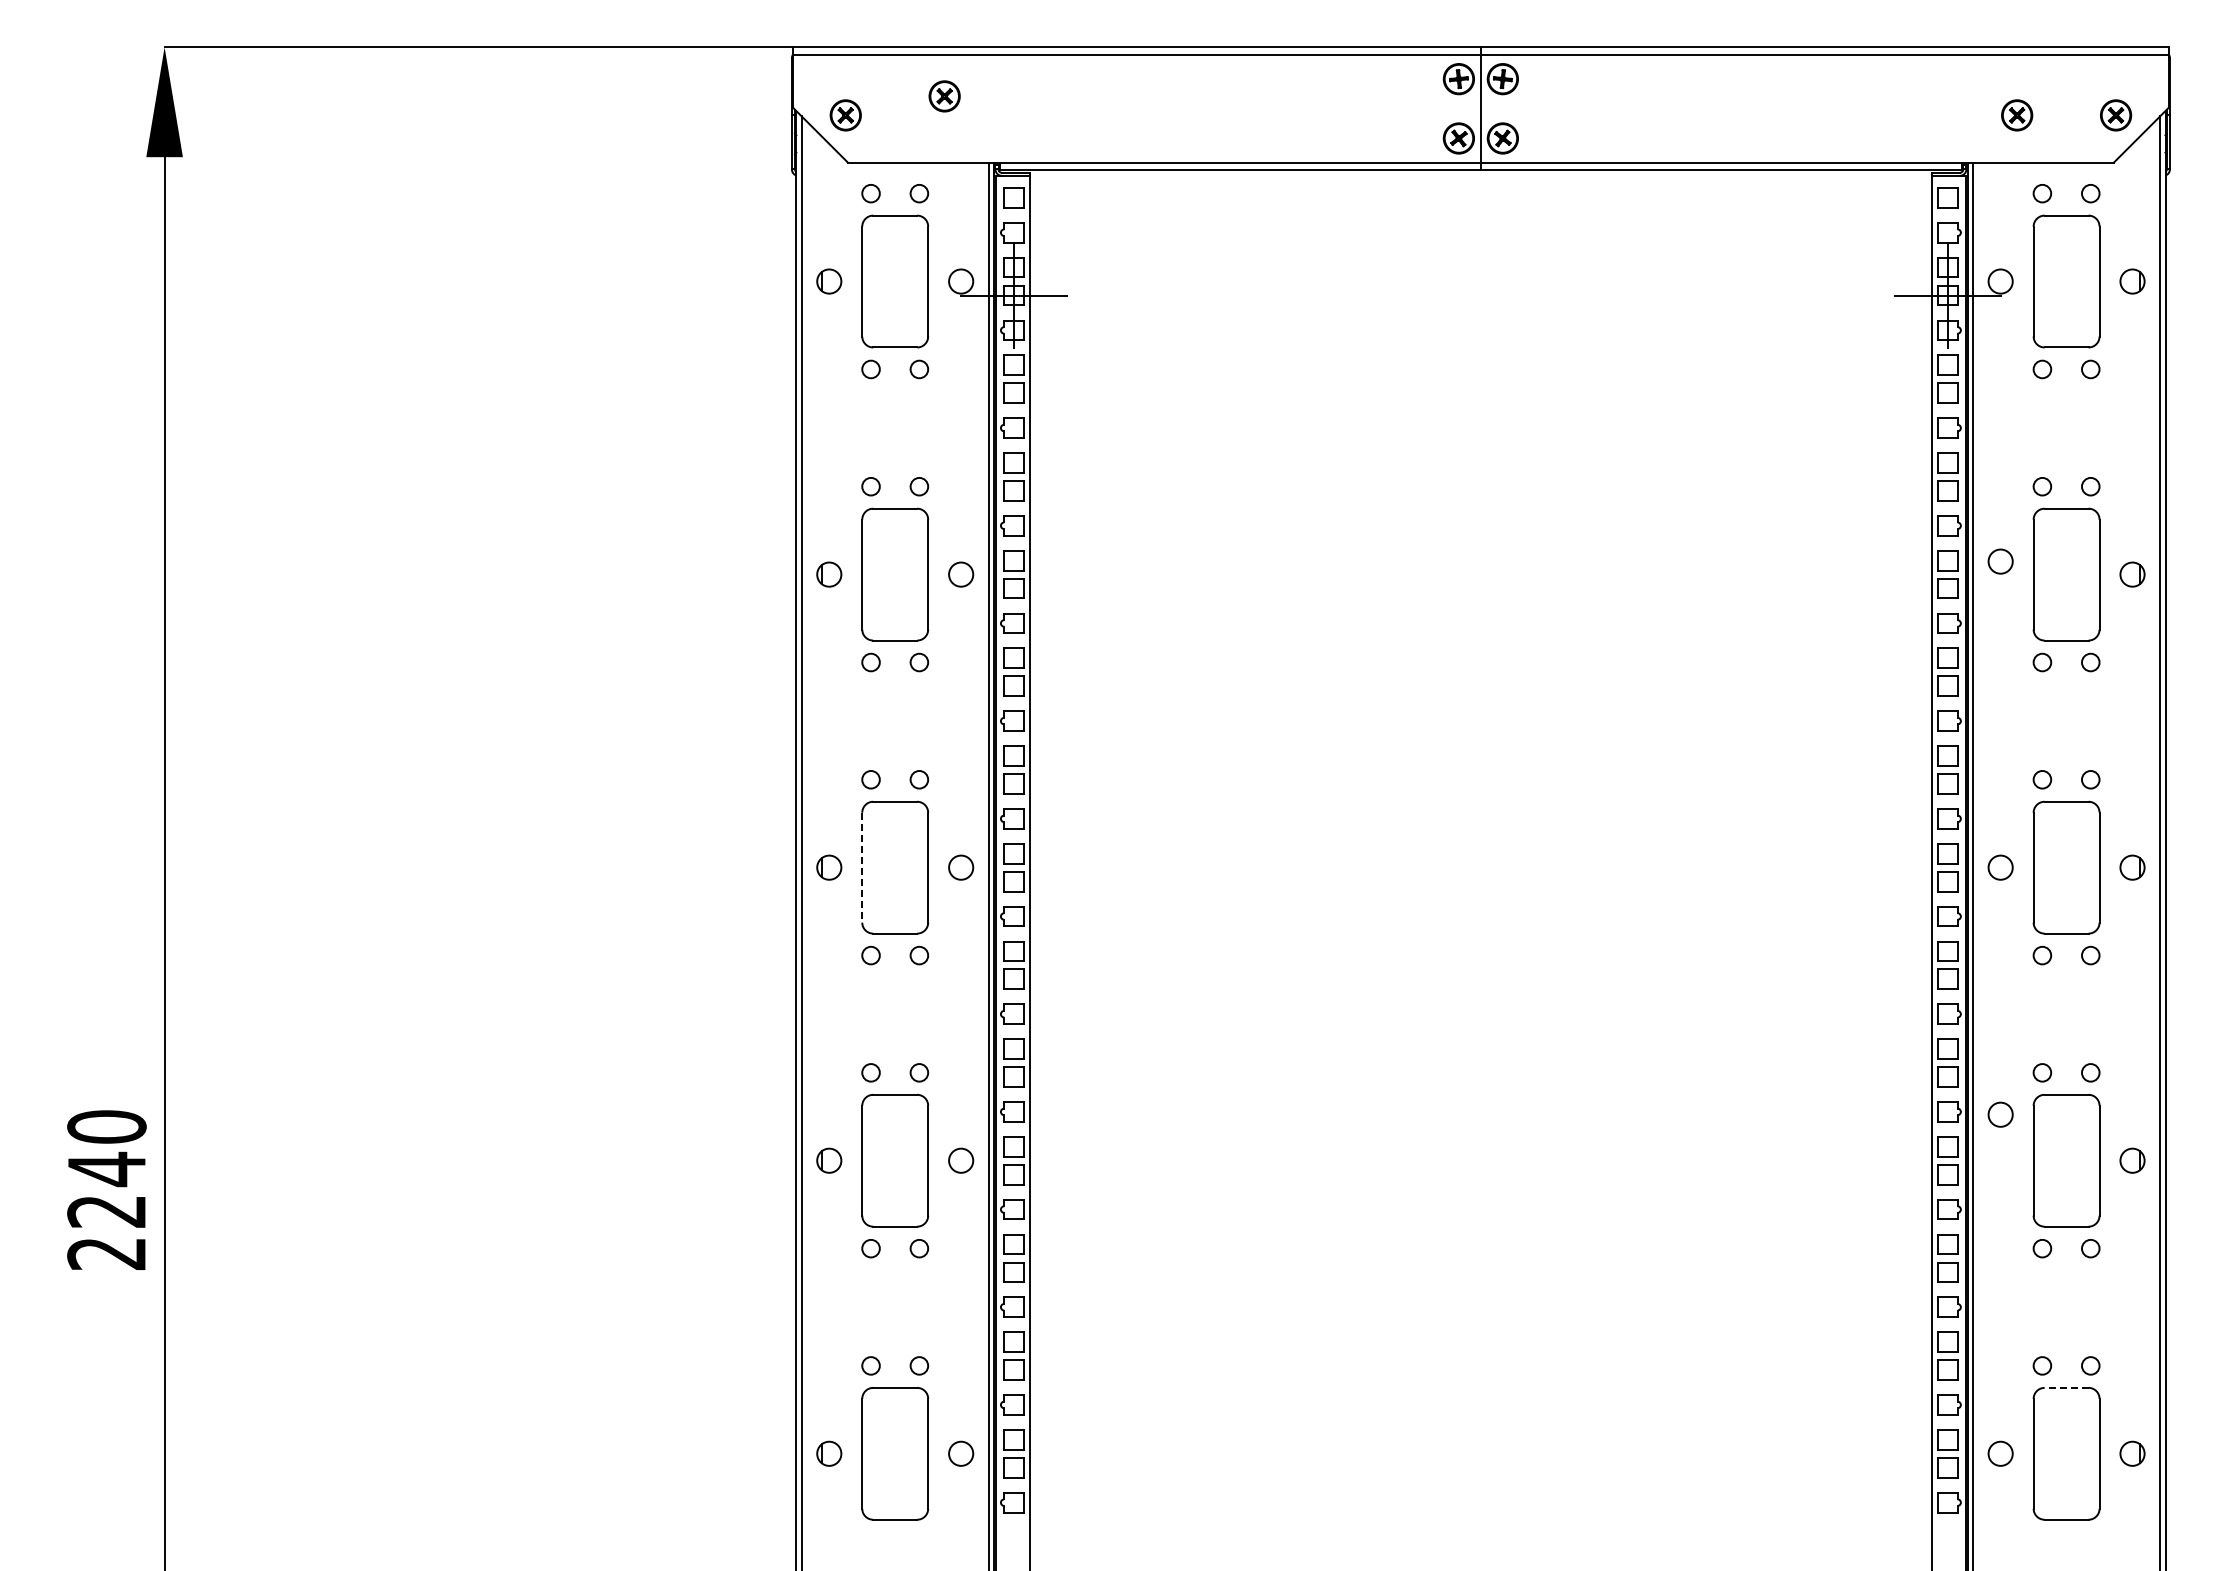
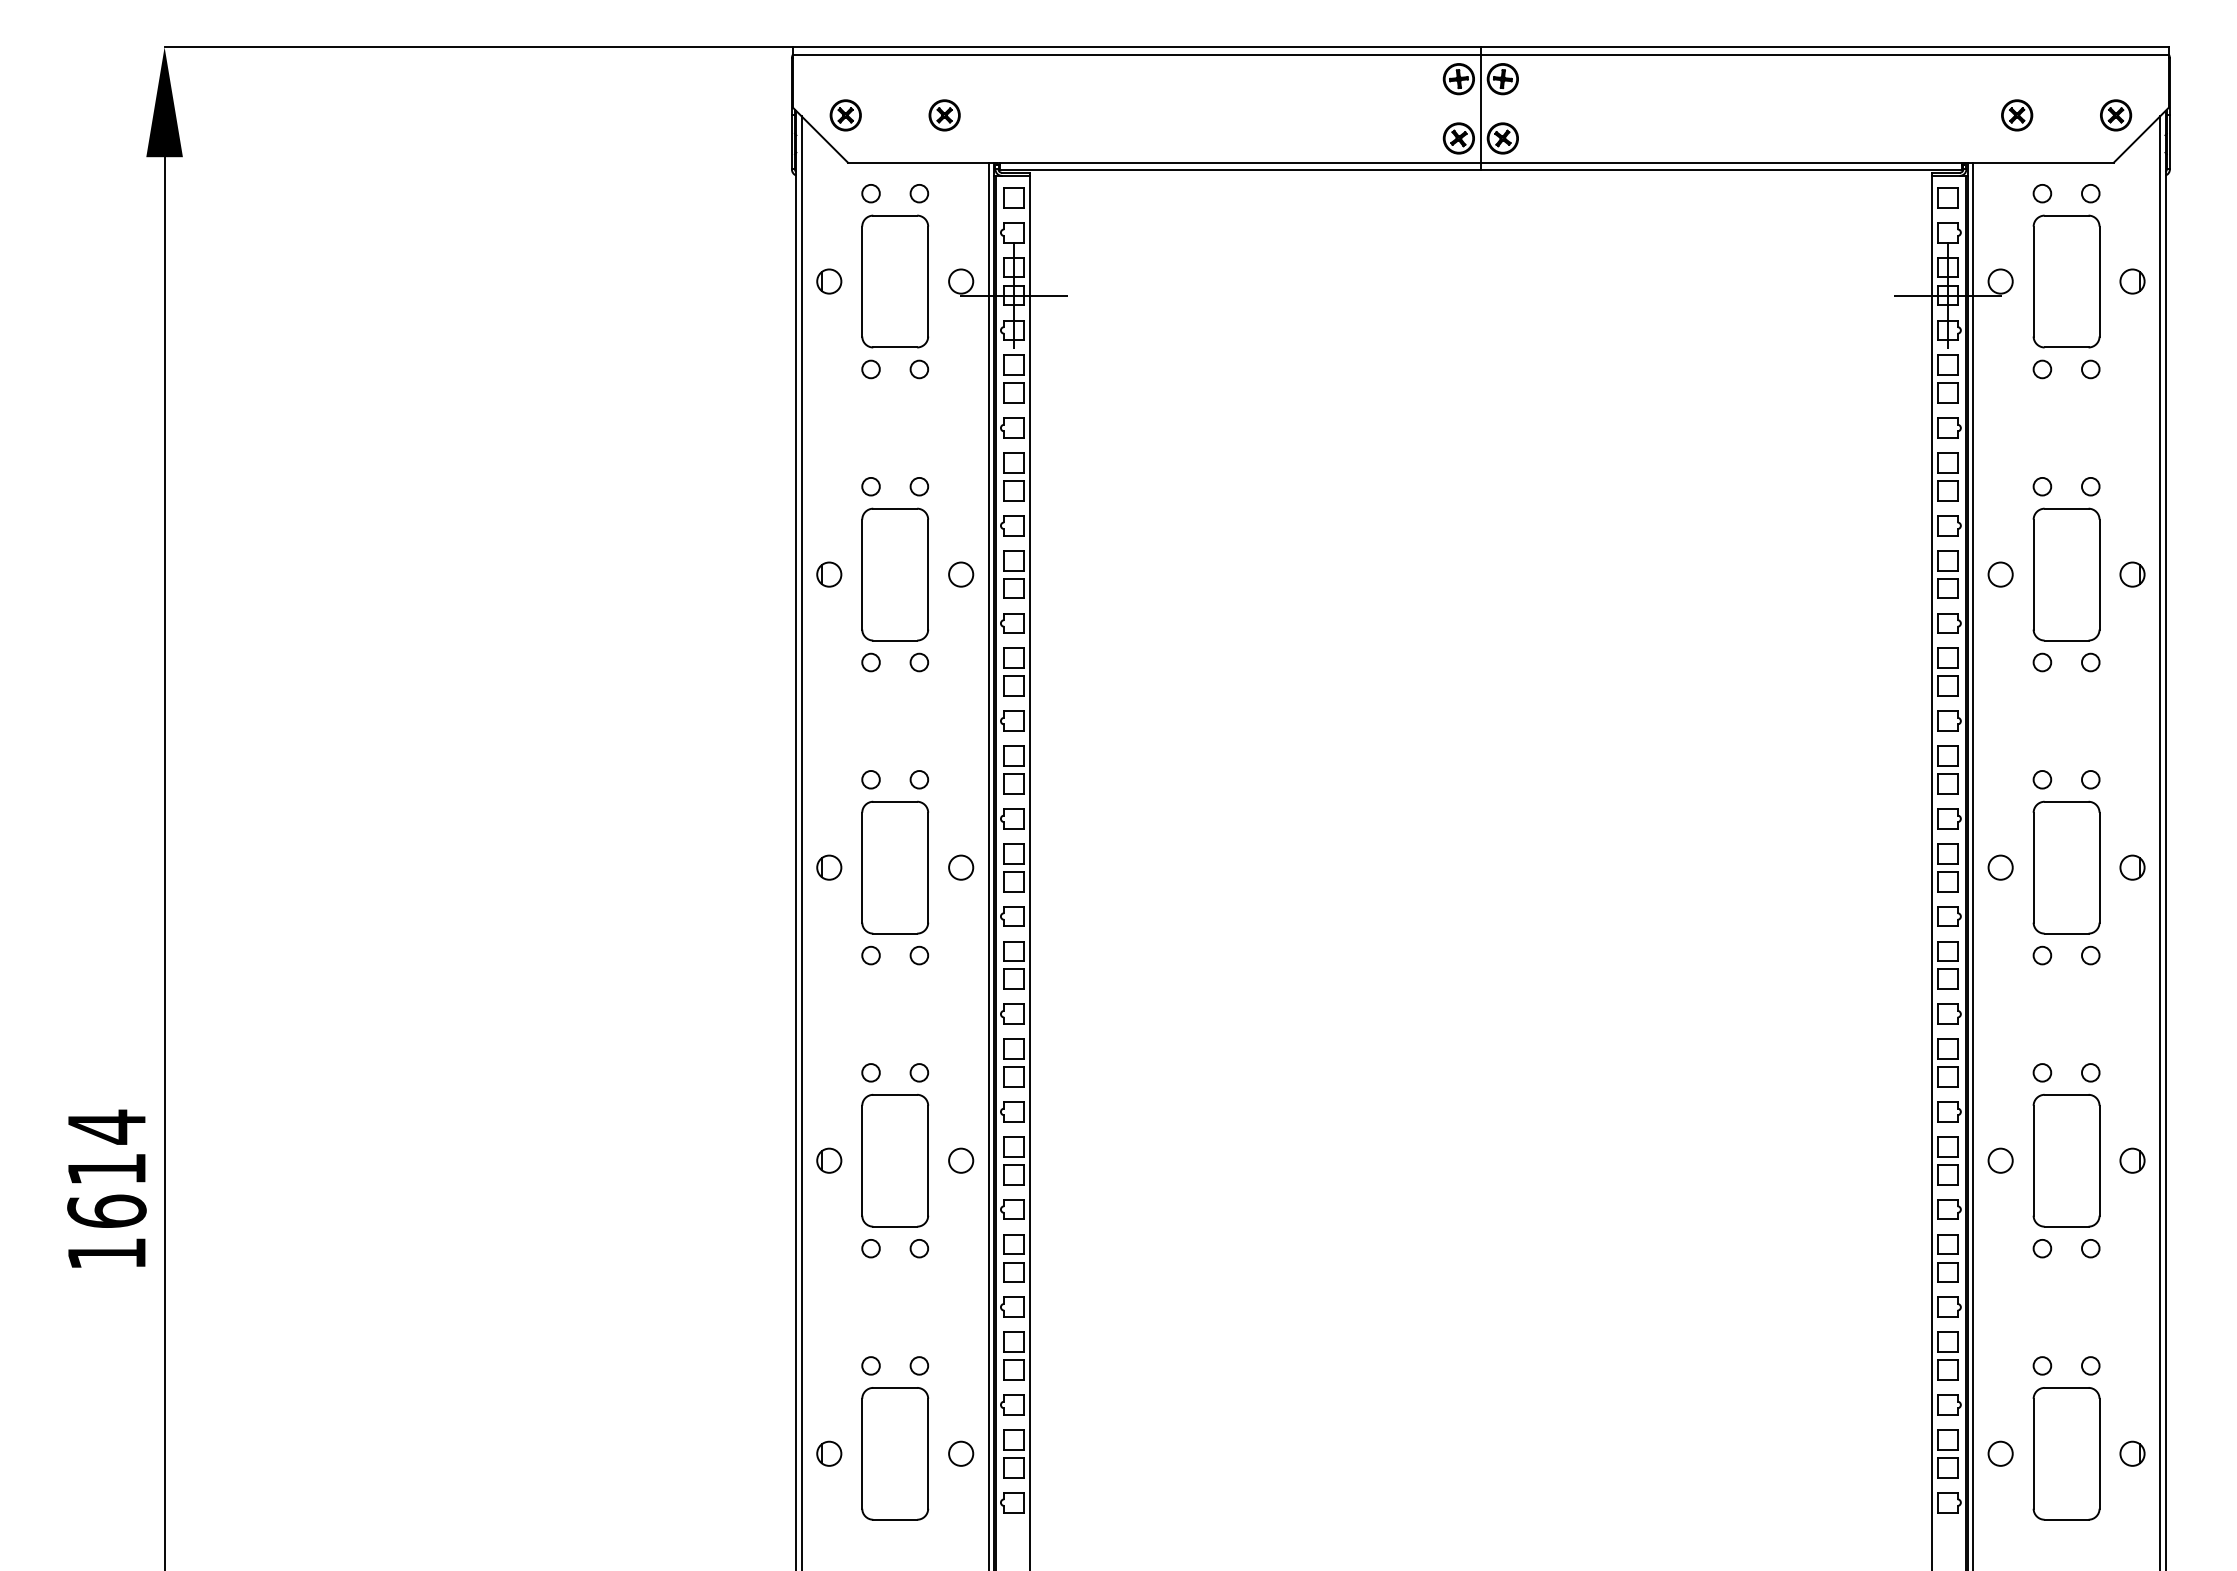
part at (944, 96) position: (944, 96) -> (944, 115)
circle at (2000, 561) position: (2000, 561) -> (2000, 574)
line at (862, 867): dashed -> solid
circle at (2000, 1114) position: (2000, 1114) -> (2000, 1160)
text at (106, 1189): 2240 -> 1614
line at (2066, 1387): dashed -> solid
